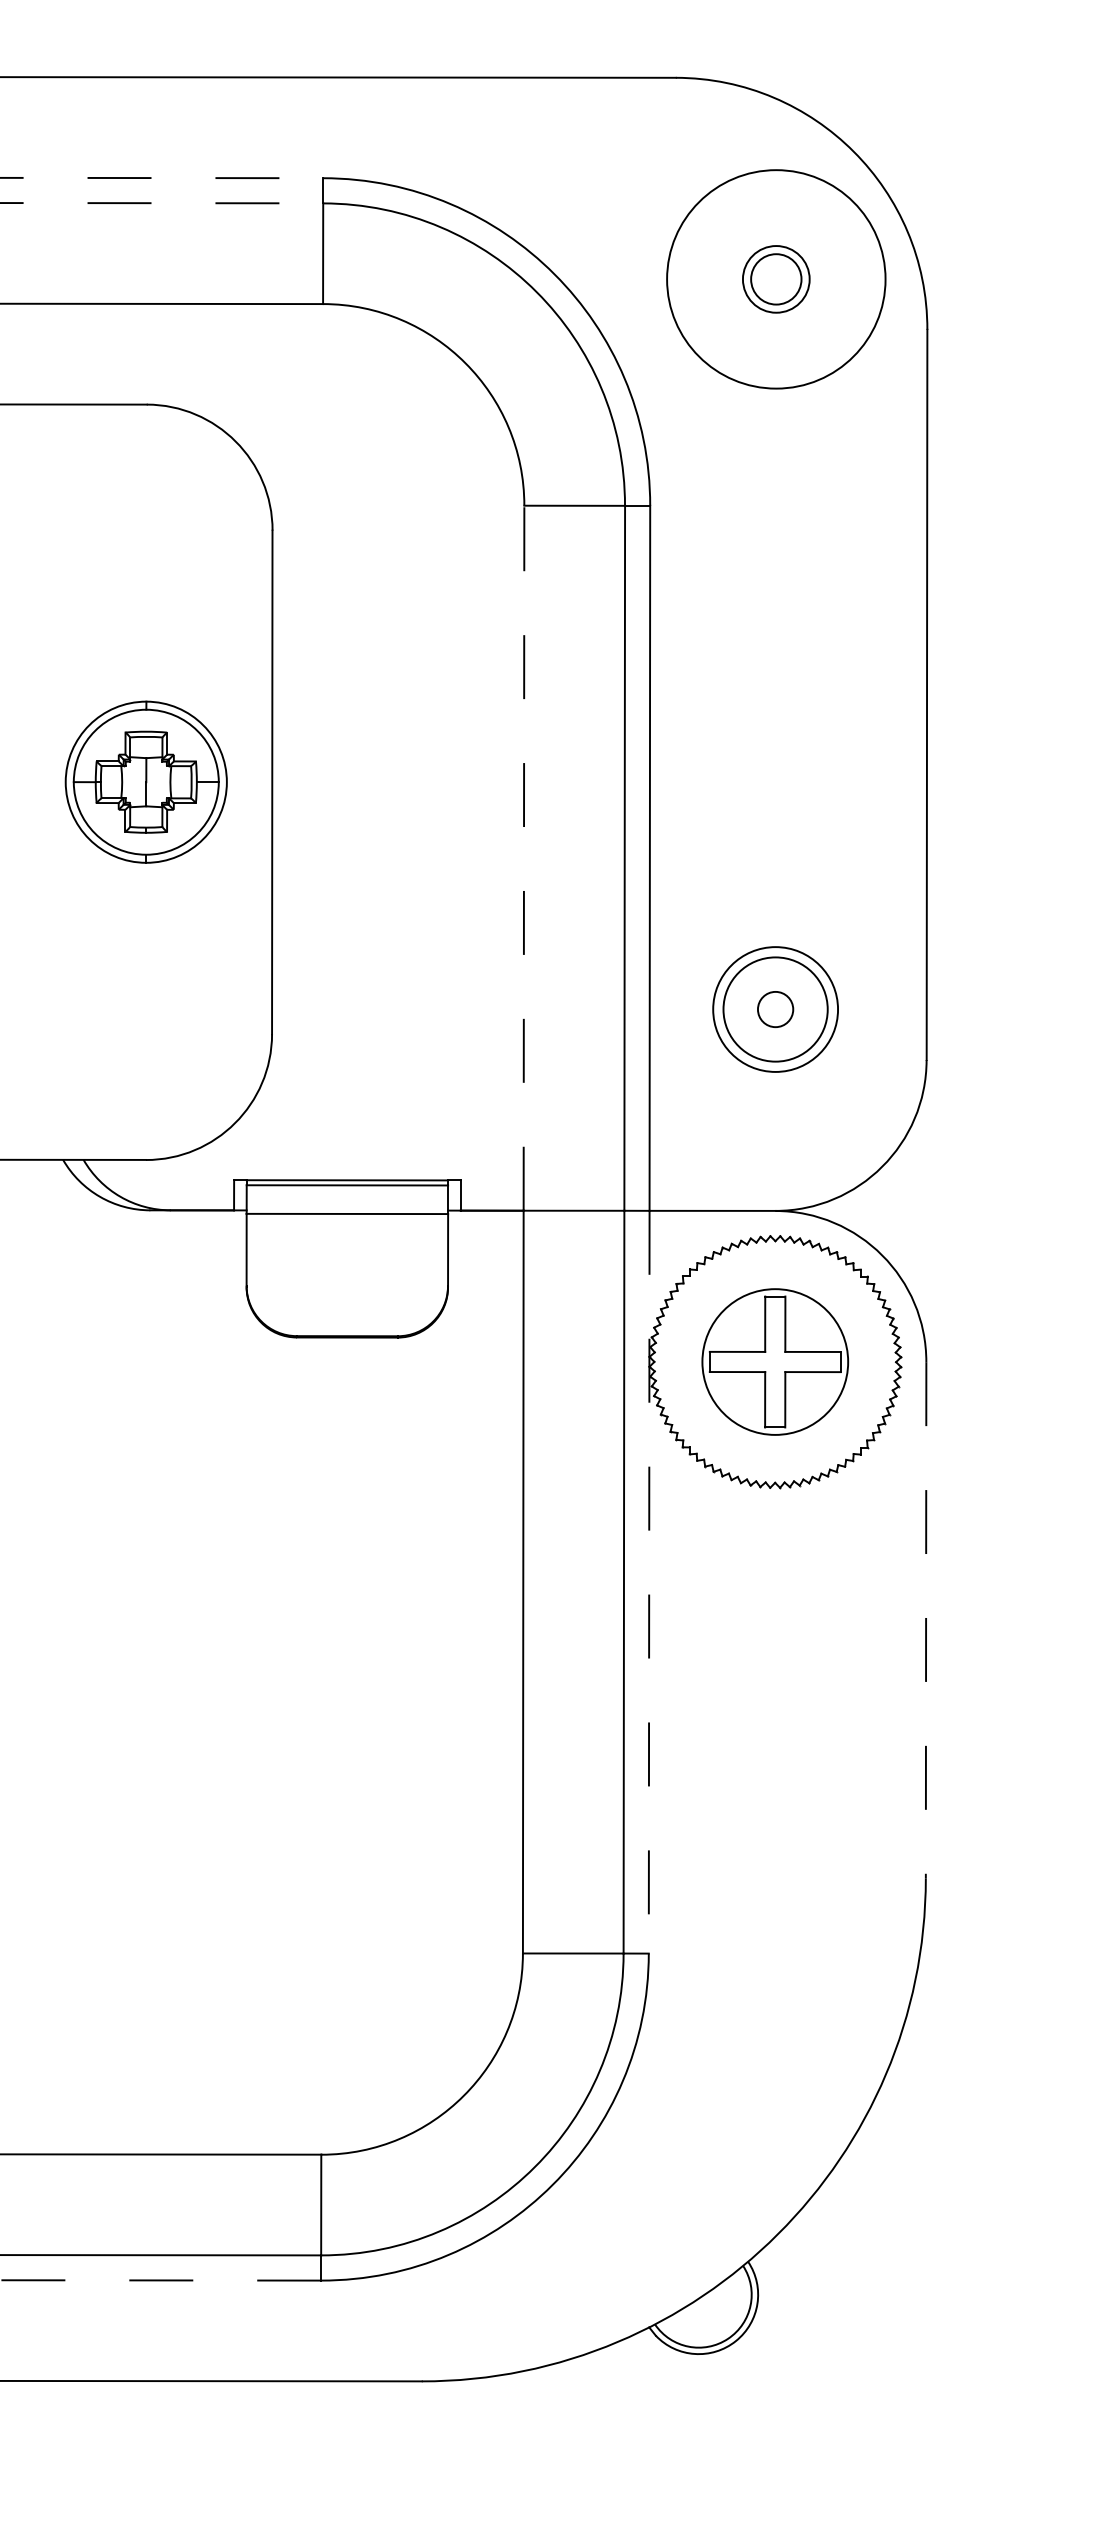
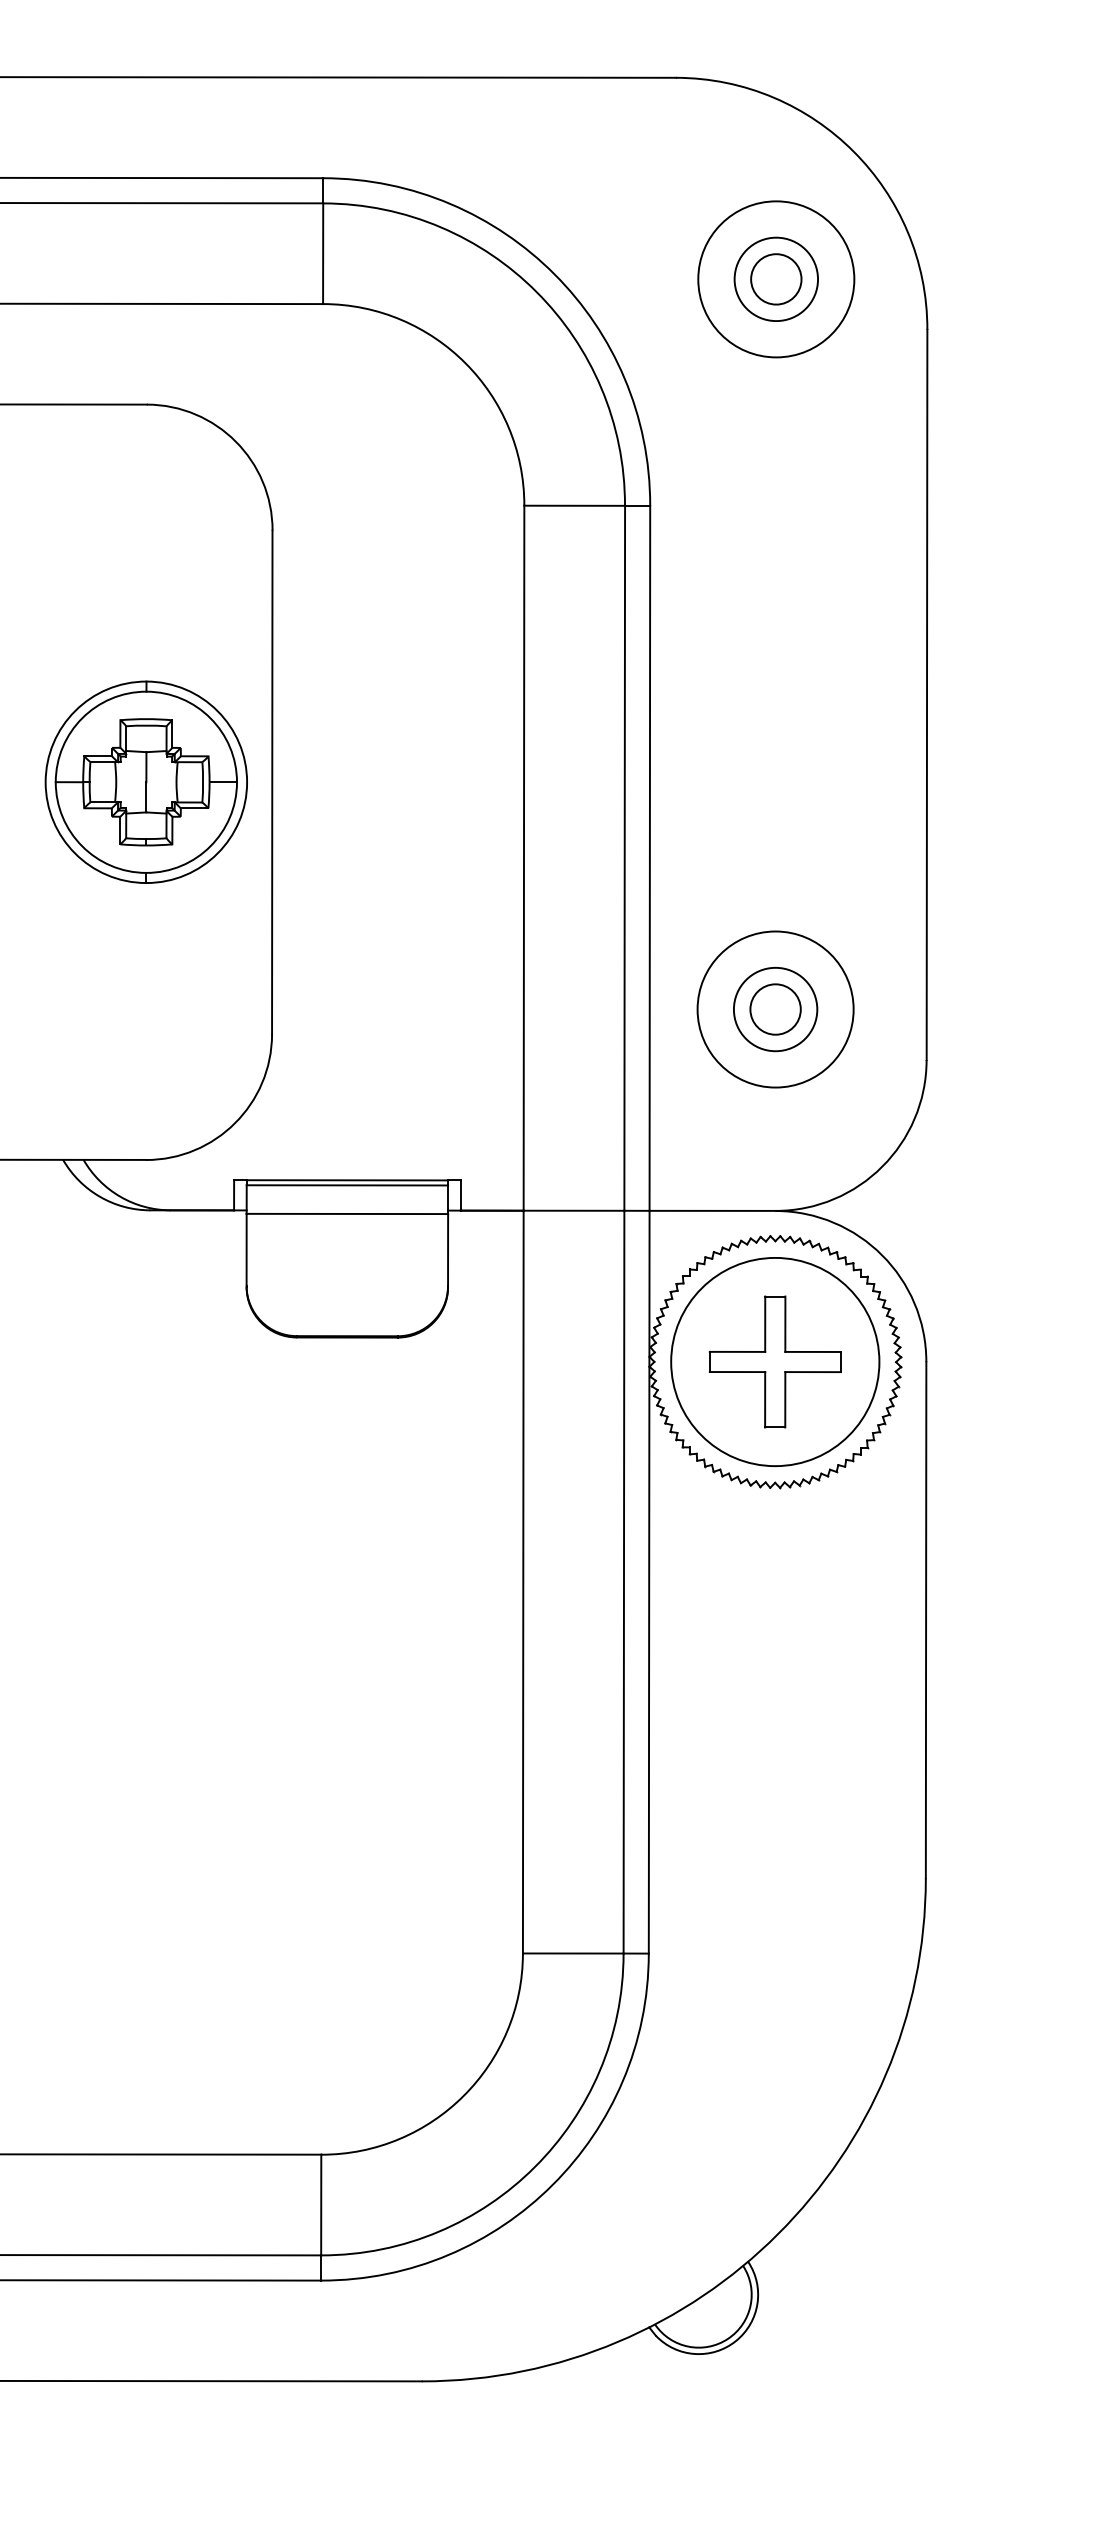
line at (162, 178): dashed -> solid
line at (162, 203): dashed -> solid
circle at (775, 279) diameter: 67 px -> 83 px
circle at (776, 279) diameter: 218 px -> 156 px
part at (145, 781) size: 164x164 px -> 204x204 px
line at (524, 858): dashed -> solid
circle at (775, 1009) diameter: 104 px -> 83 px
circle at (775, 1009) diameter: 125 px -> 156 px
circle at (775, 1009) diameter: 35 px -> 50 px
circle at (775, 1361) diameter: 146 px -> 208 px
line at (649, 1582): dashed -> solid
line at (926, 1620): dashed -> solid
line at (160, 2280): dashed -> solid
